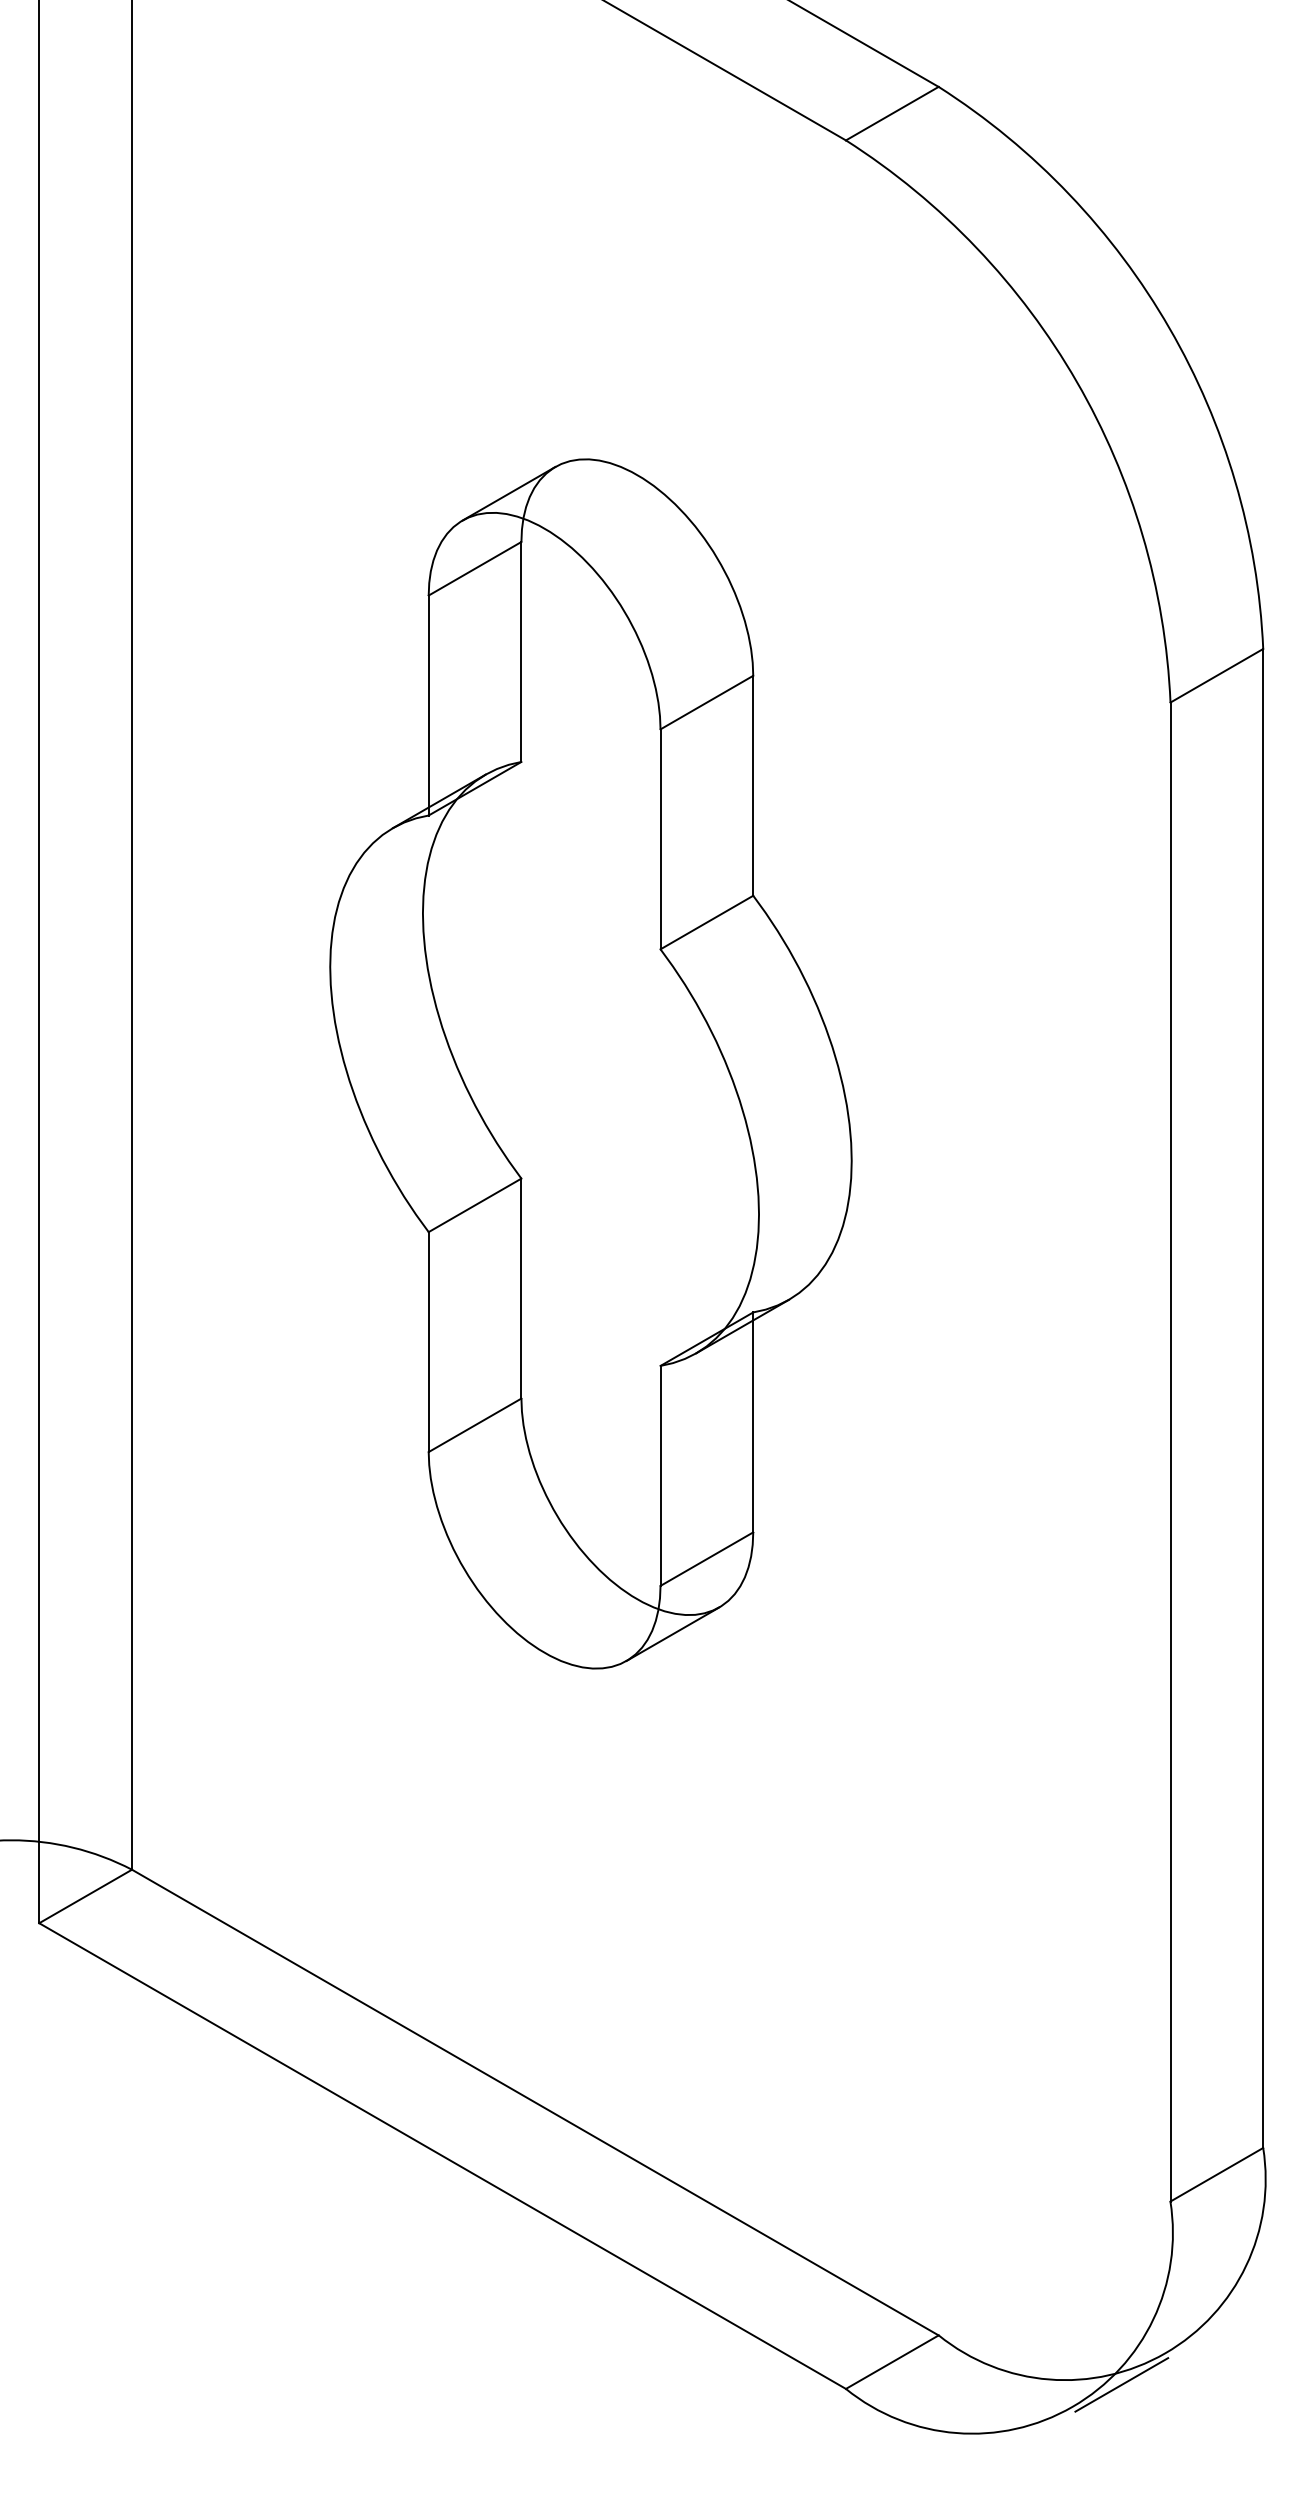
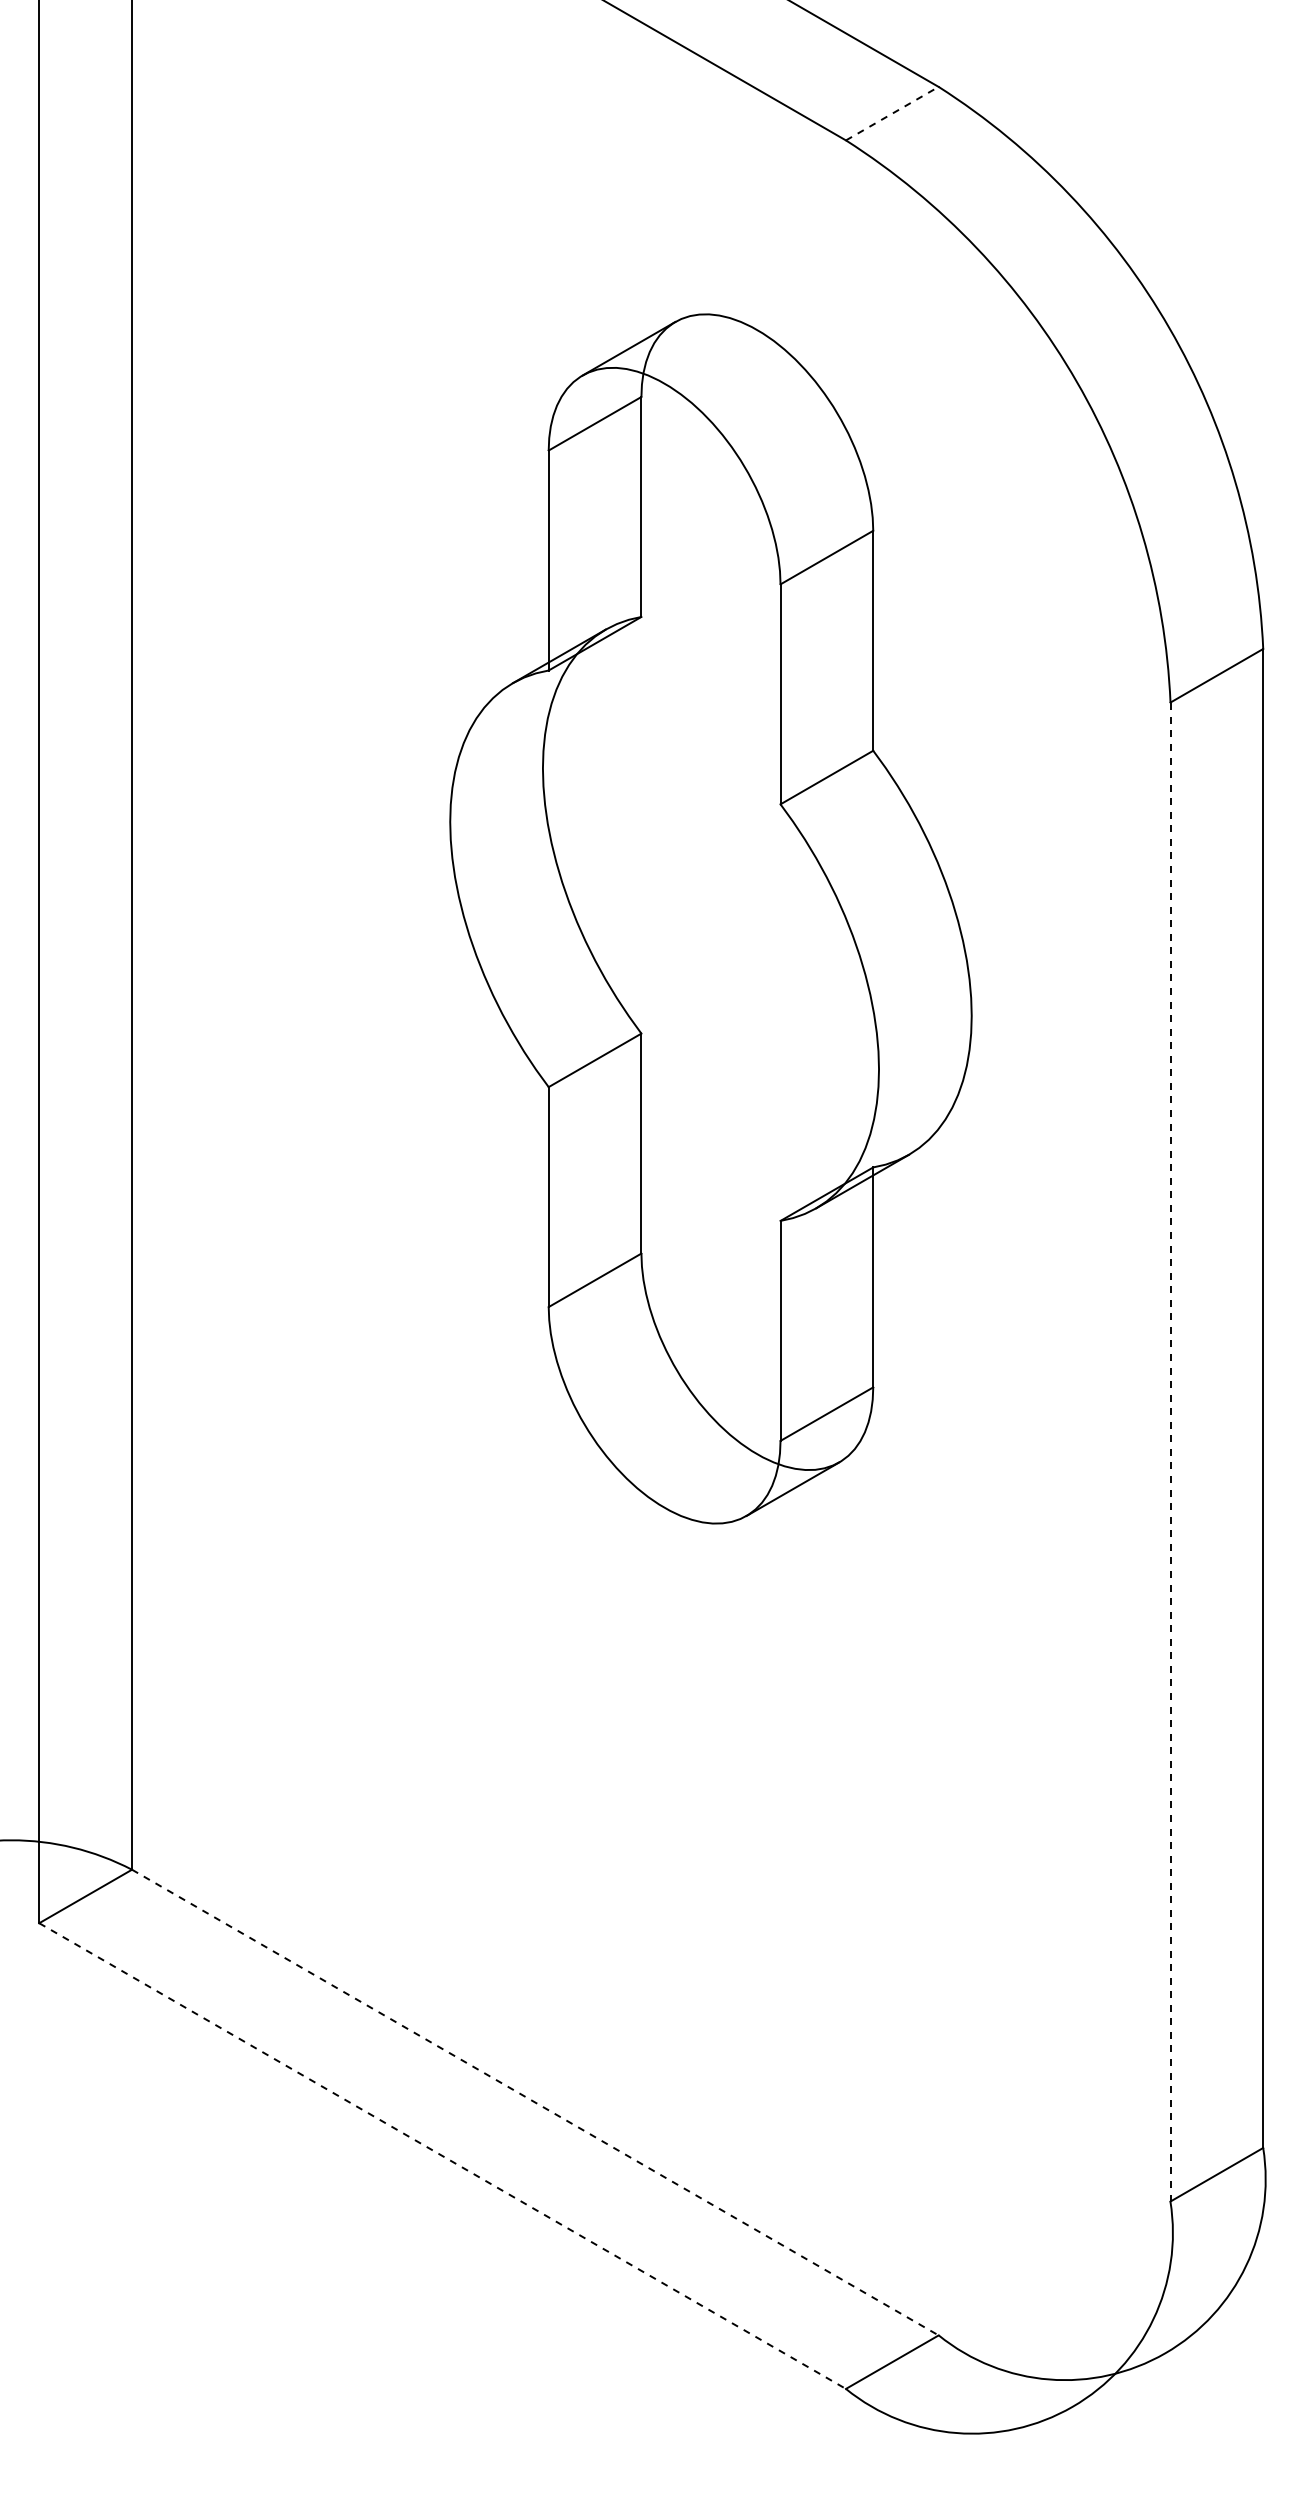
line at (892, 113): solid -> dashed
part at (590, 1063) position: (590, 1063) -> (710, 918)
line at (1170, 1451): solid -> dashed
line at (535, 2102): solid -> dashed
line at (442, 2156): solid -> dashed
line at (1121, 2384): present -> none
